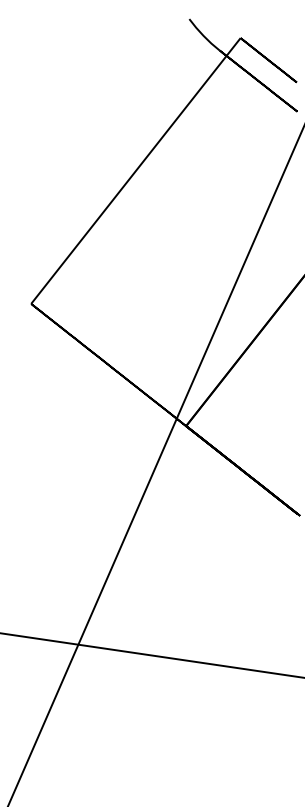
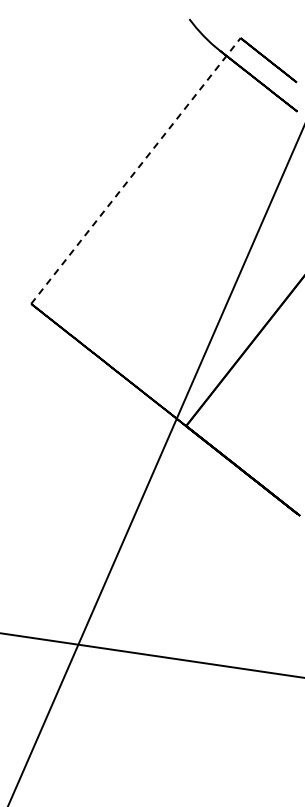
line at (136, 170): solid -> dashed
